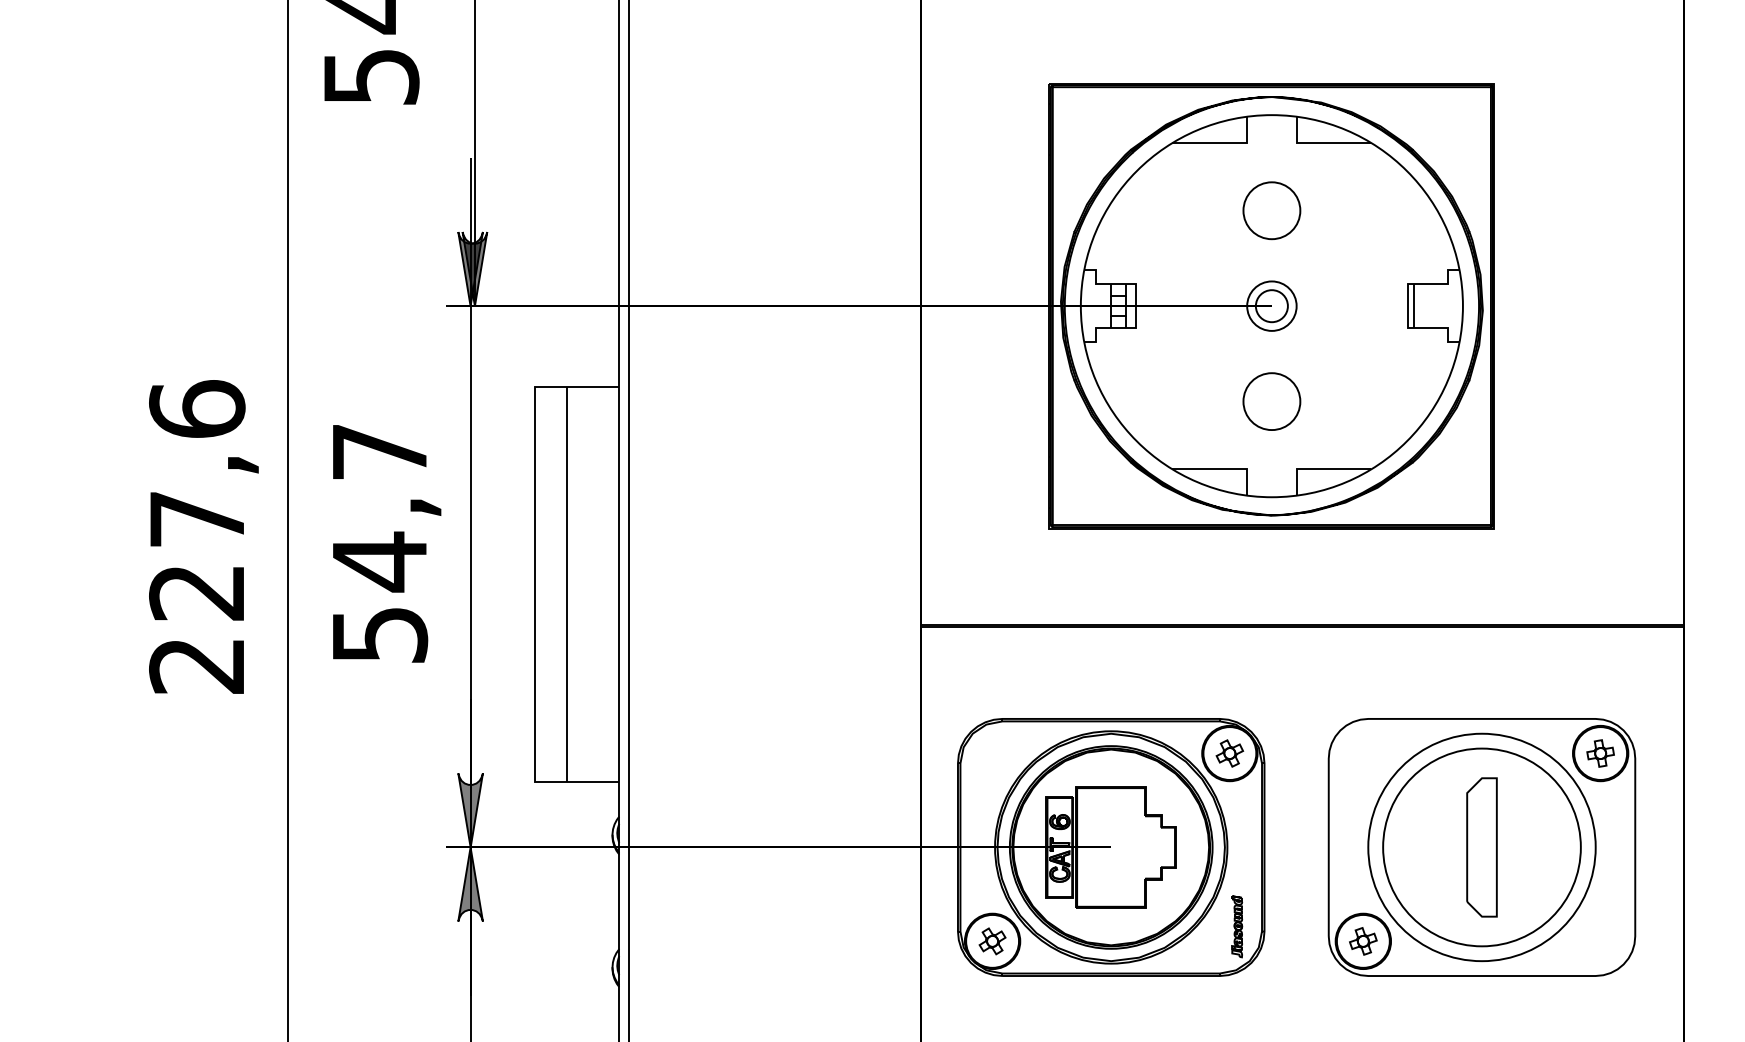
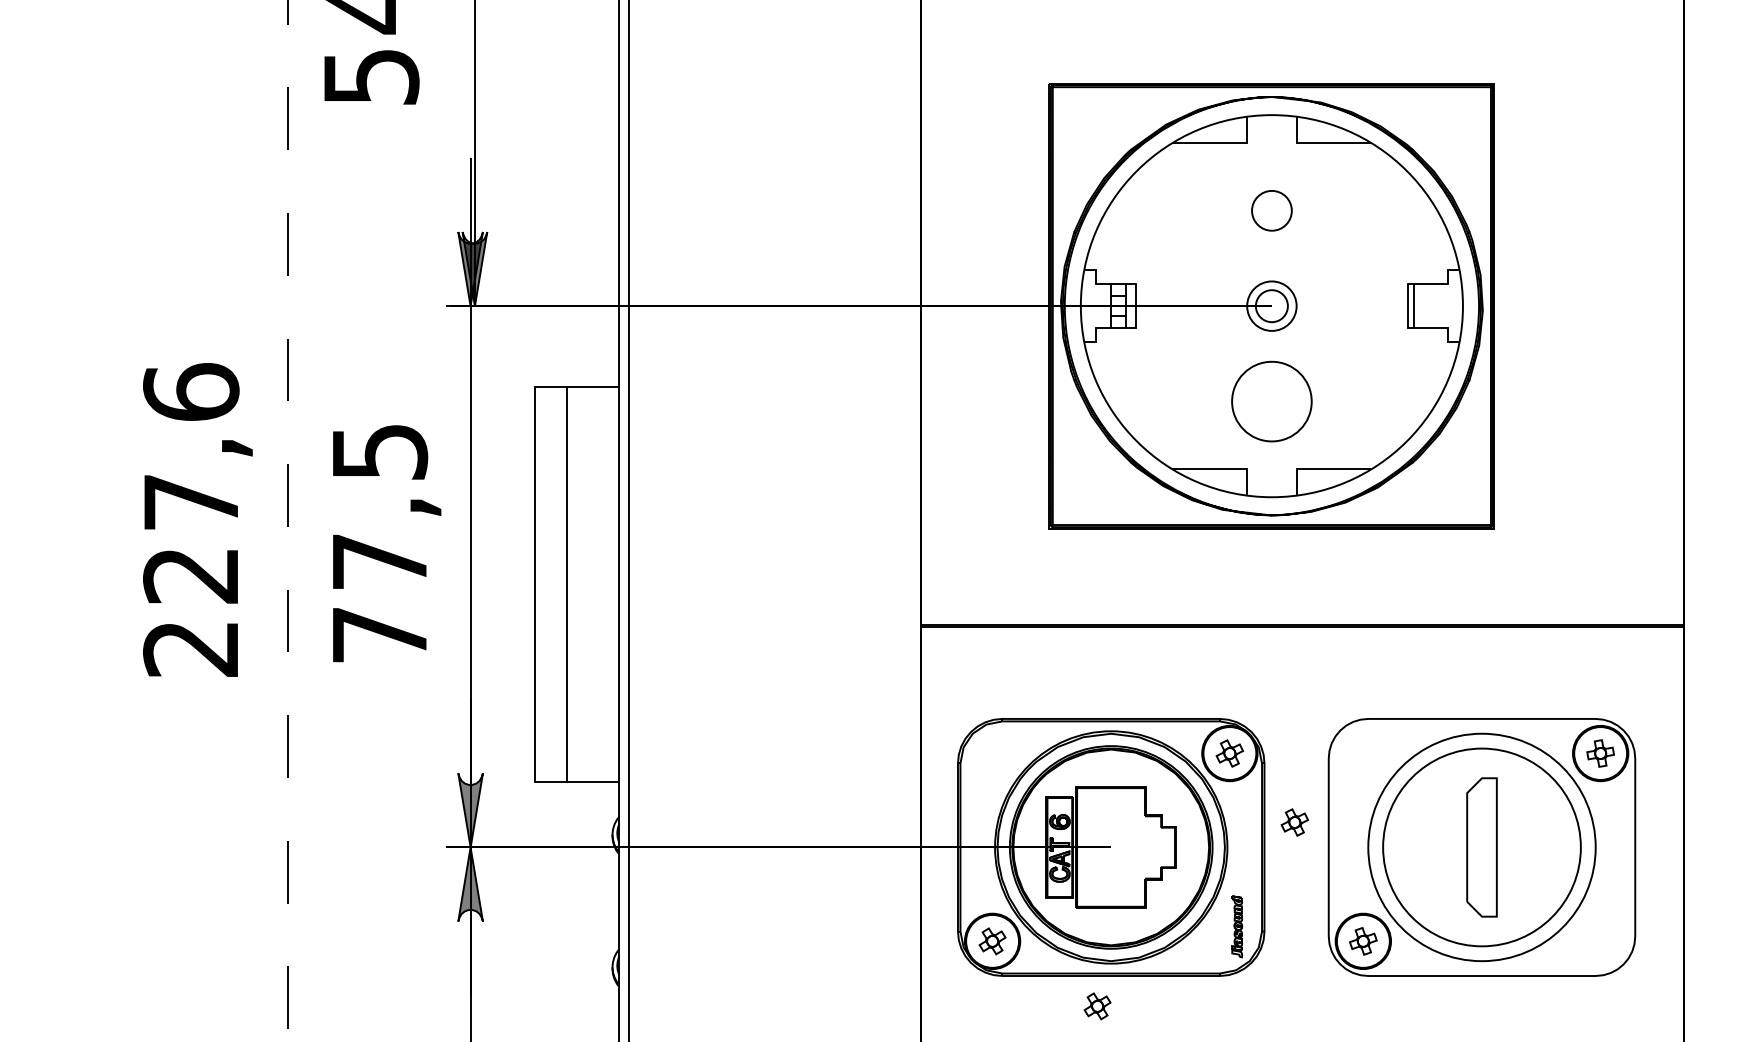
circle at (1271, 210) size: 60x60 px -> 42x42 px
circle at (1271, 401) diameter: 57 px -> 80 px
line at (288, 521): solid -> dashed
text at (203, 536) position: (203, 536) -> (197, 519)
text at (380, 543): 54,7 -> 77,5
part at (1294, 822): none -> present
part at (1097, 1006): none -> present
